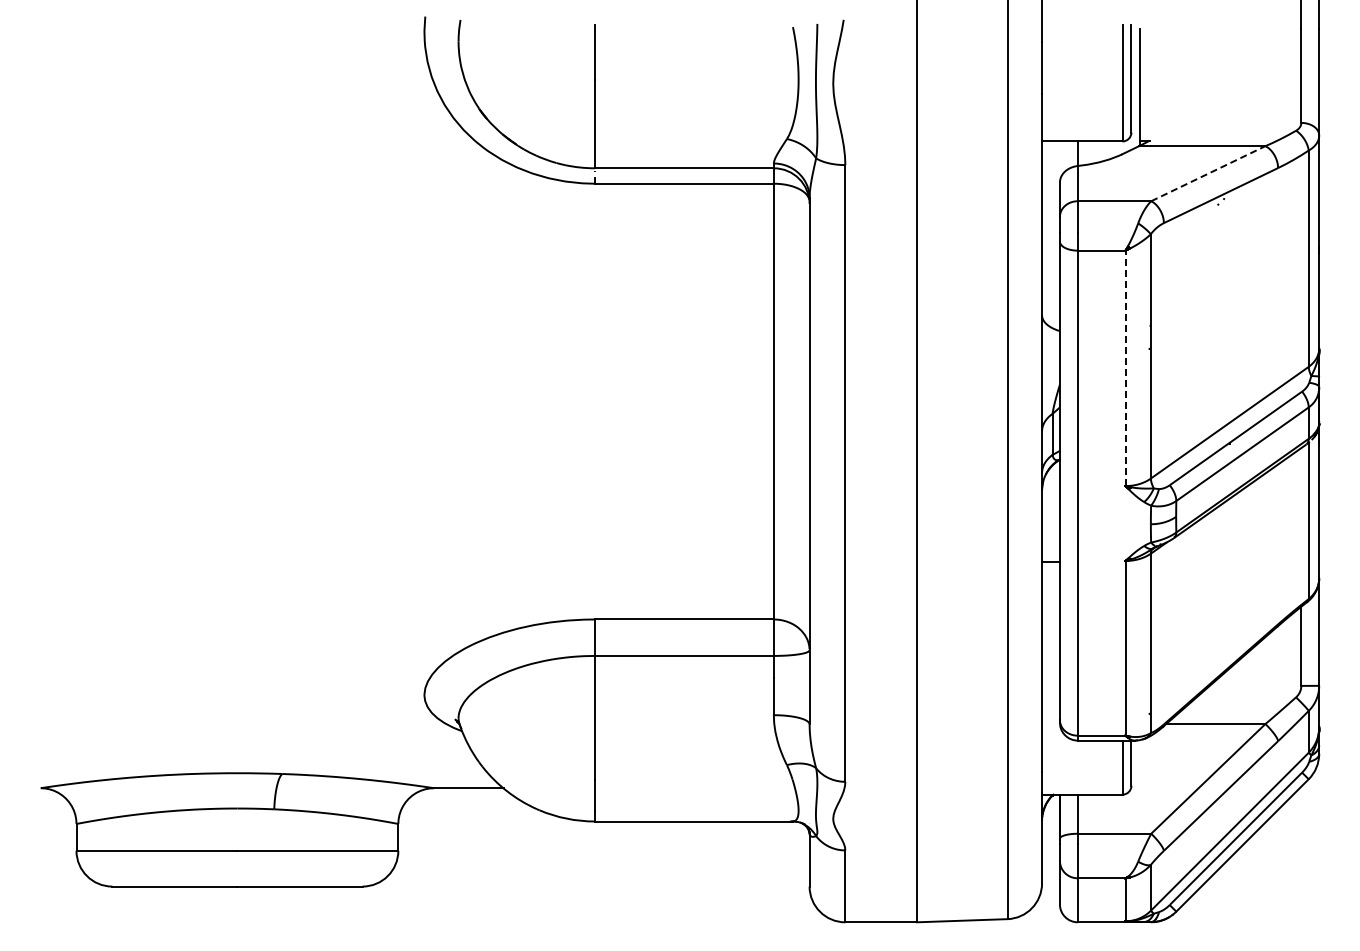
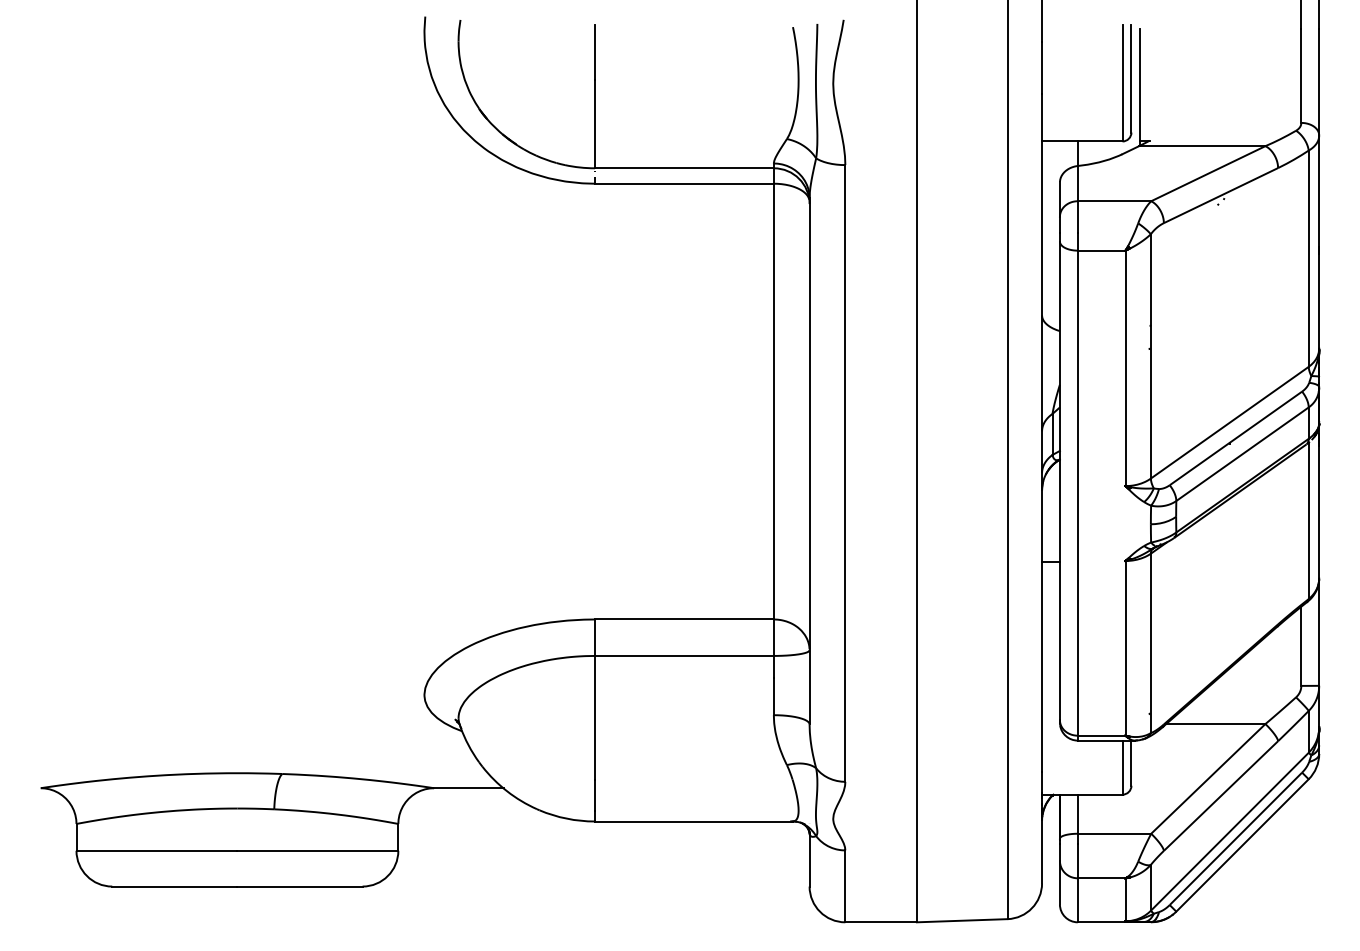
line at (1208, 173): dashed -> solid
line at (1125, 368): dashed -> solid
